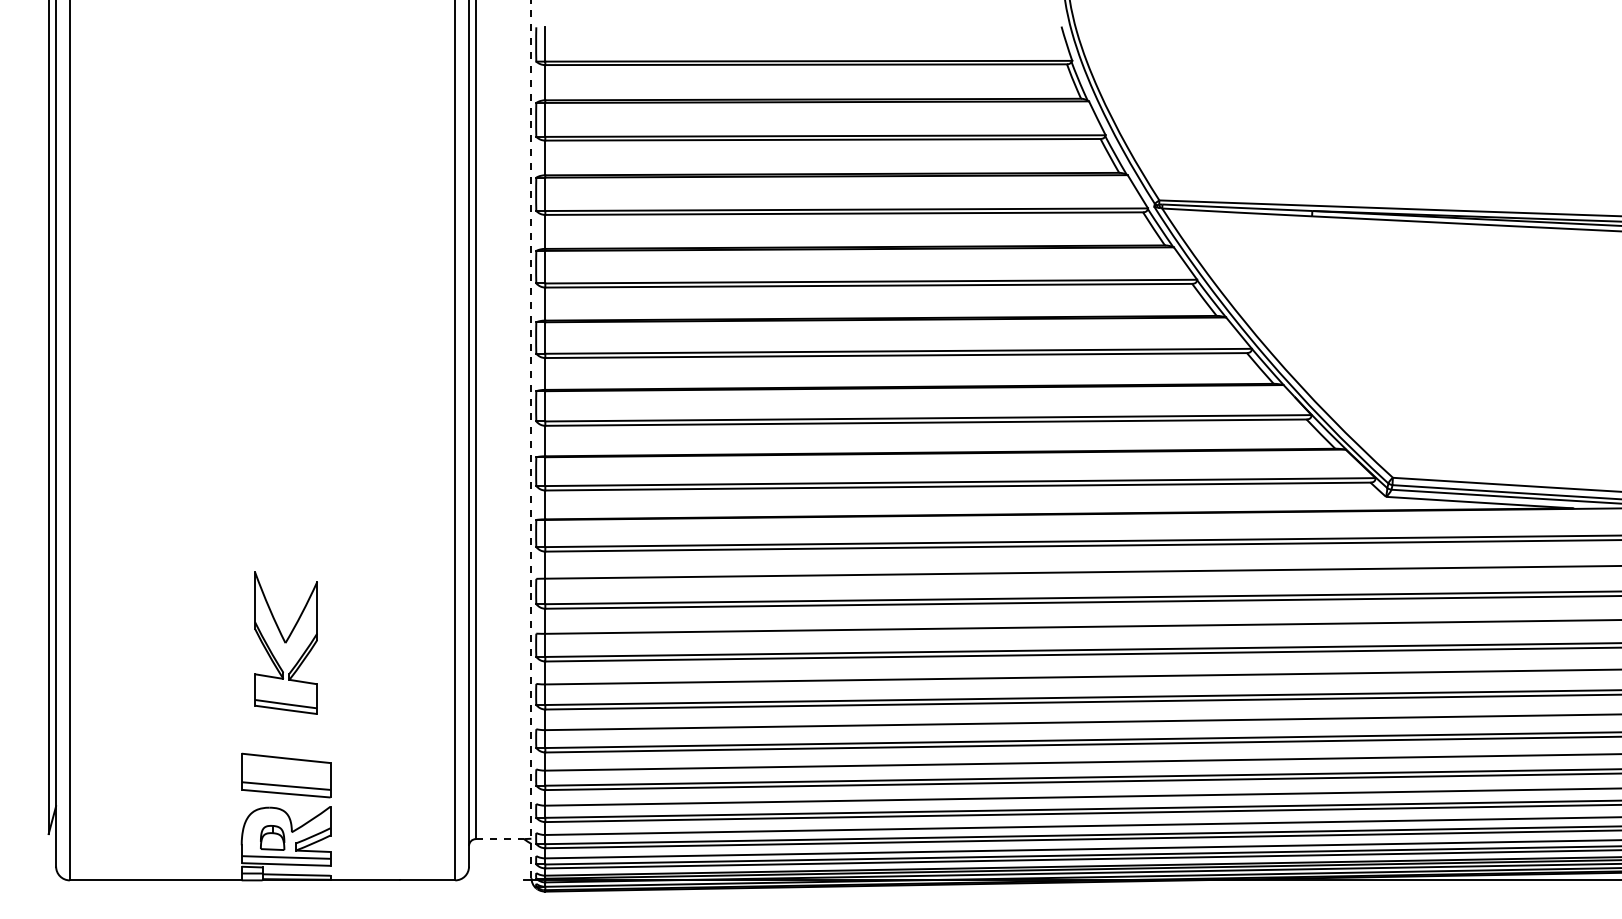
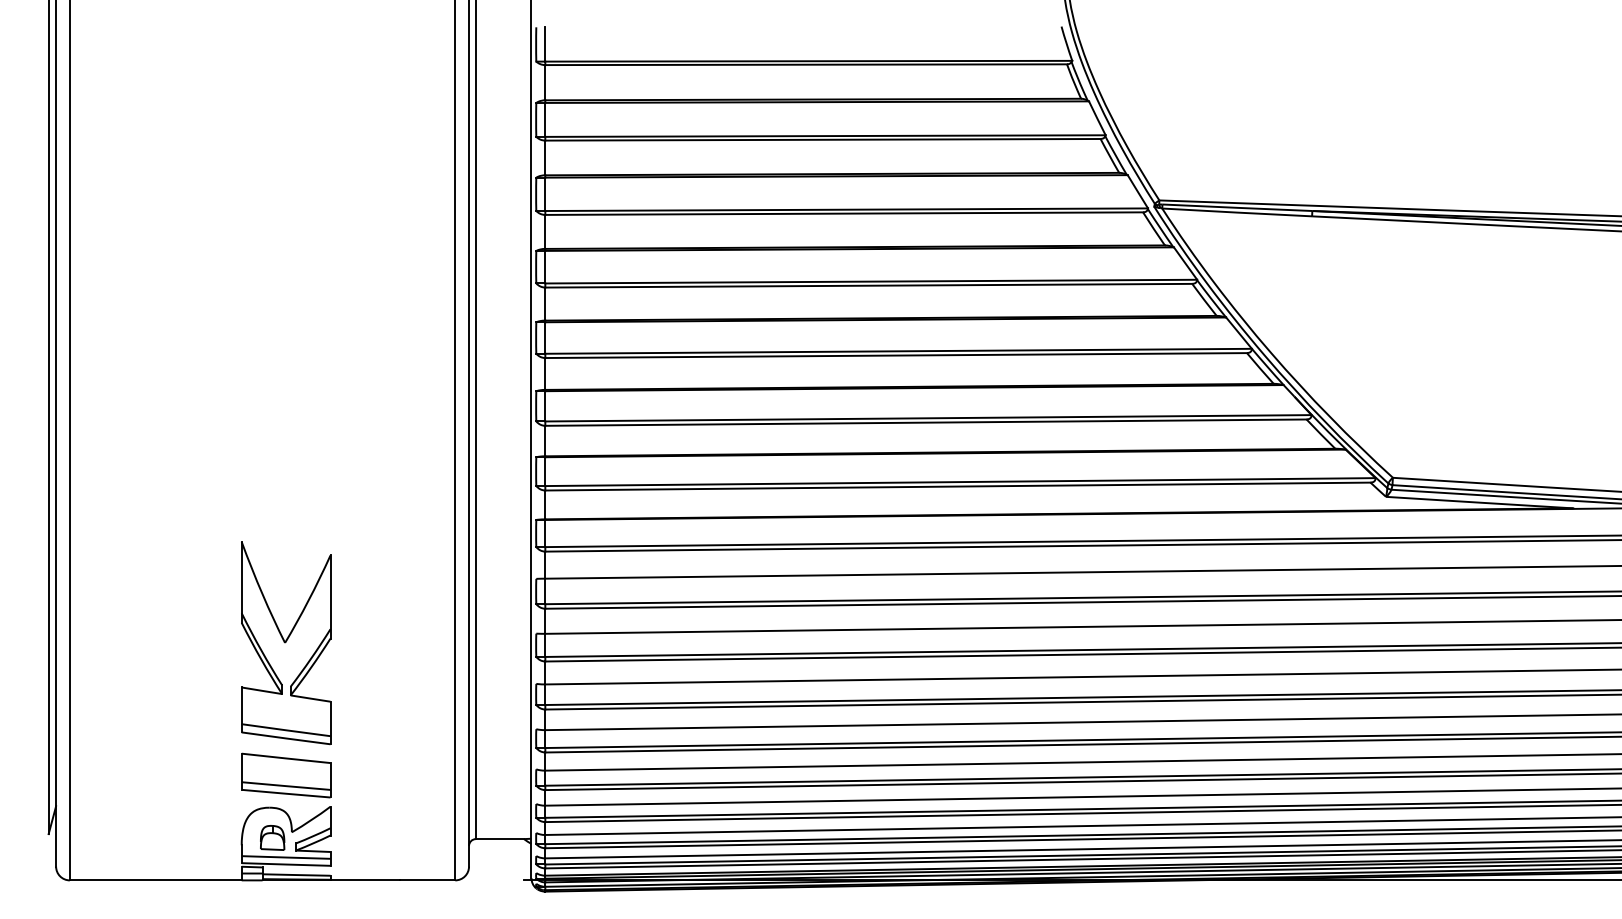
line at (531, 439): dashed -> solid
part at (285, 642) size: 64x144 px -> 91x205 px
line at (500, 839): dashed -> solid
